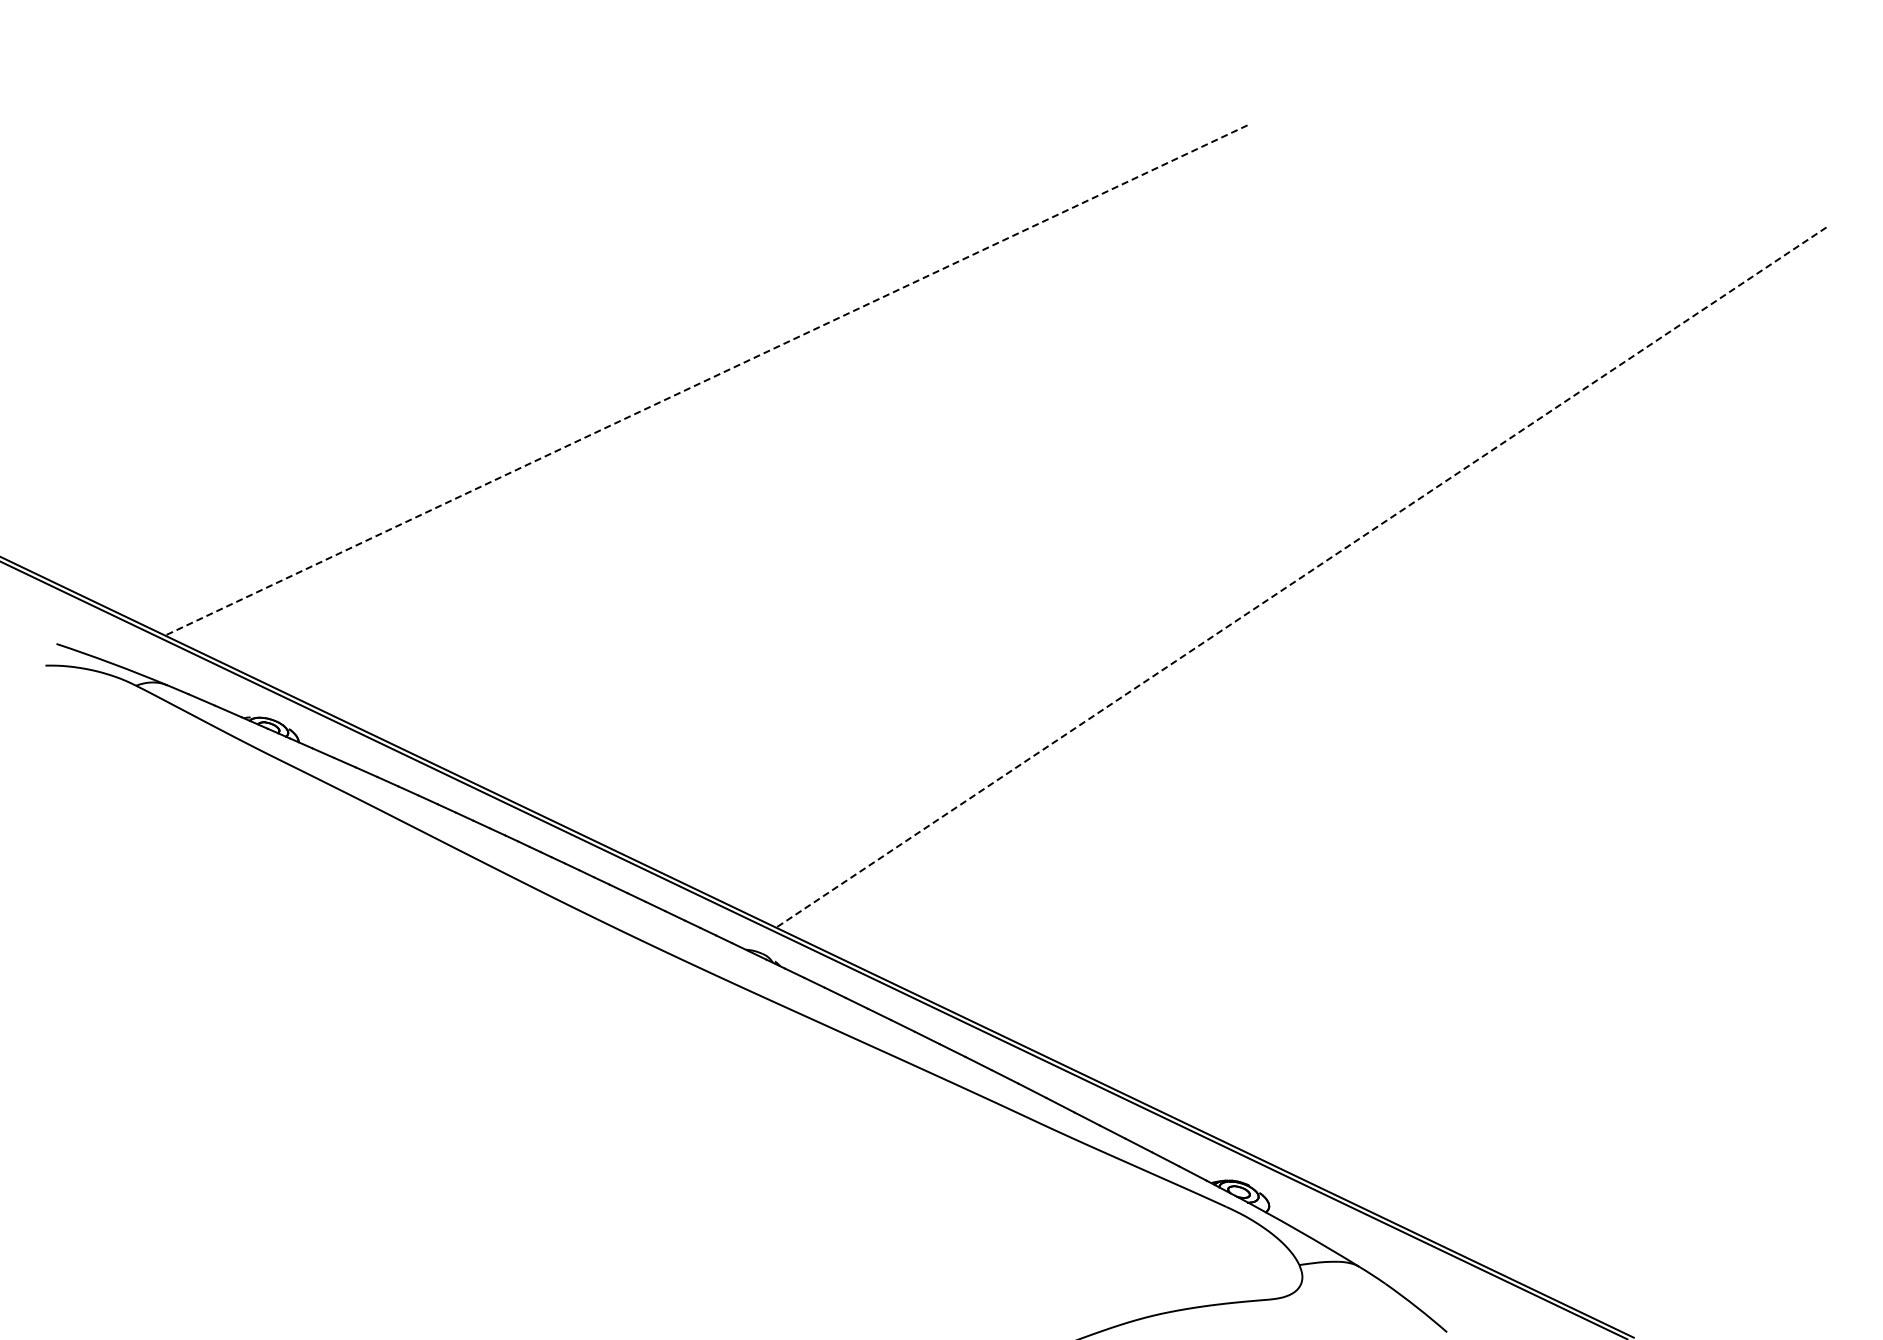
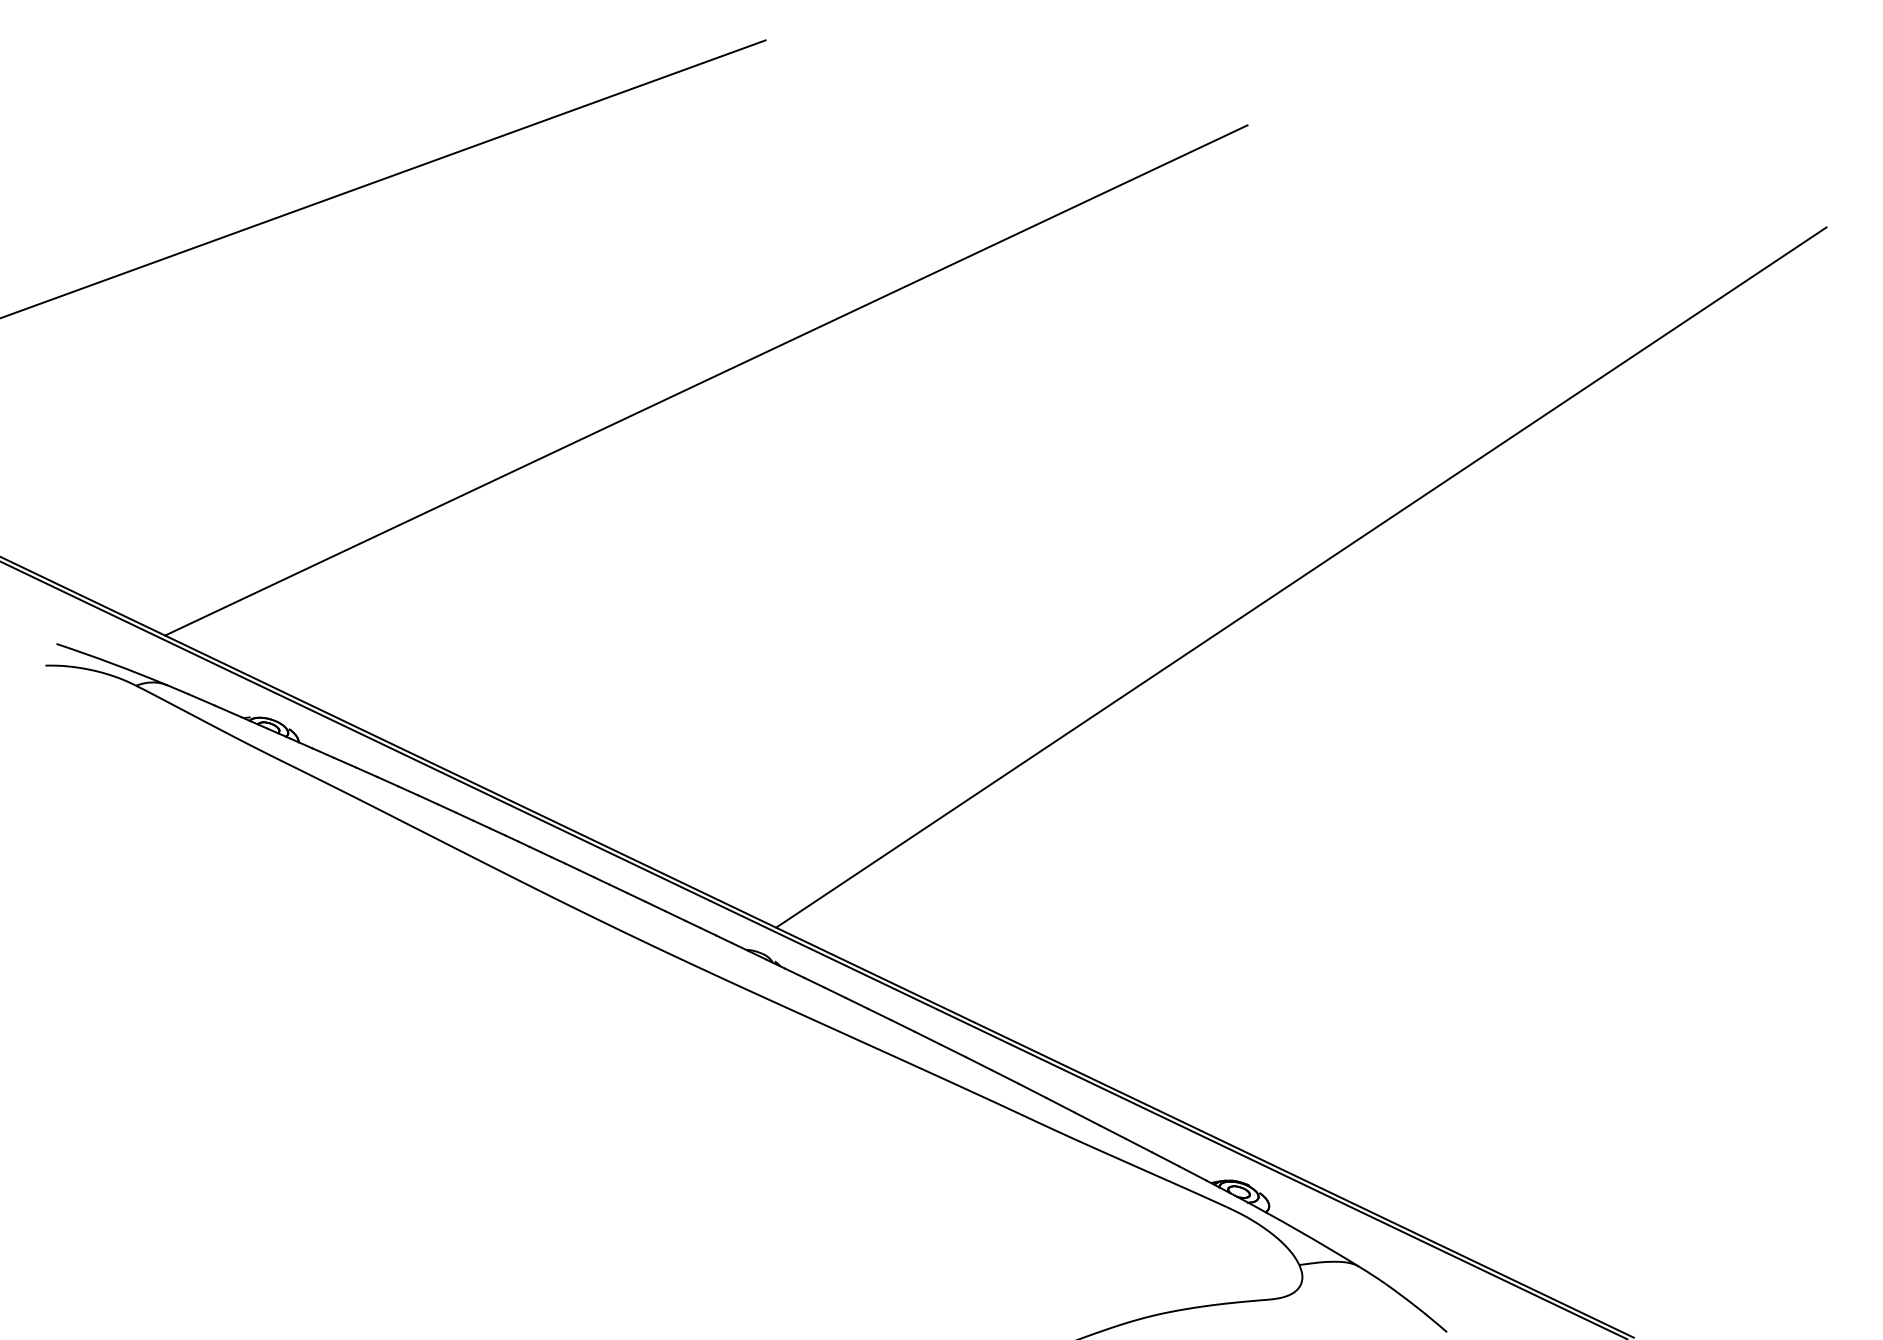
line at (383, 178): none -> present
line at (705, 380): dashed -> solid
line at (1300, 577): dashed -> solid
